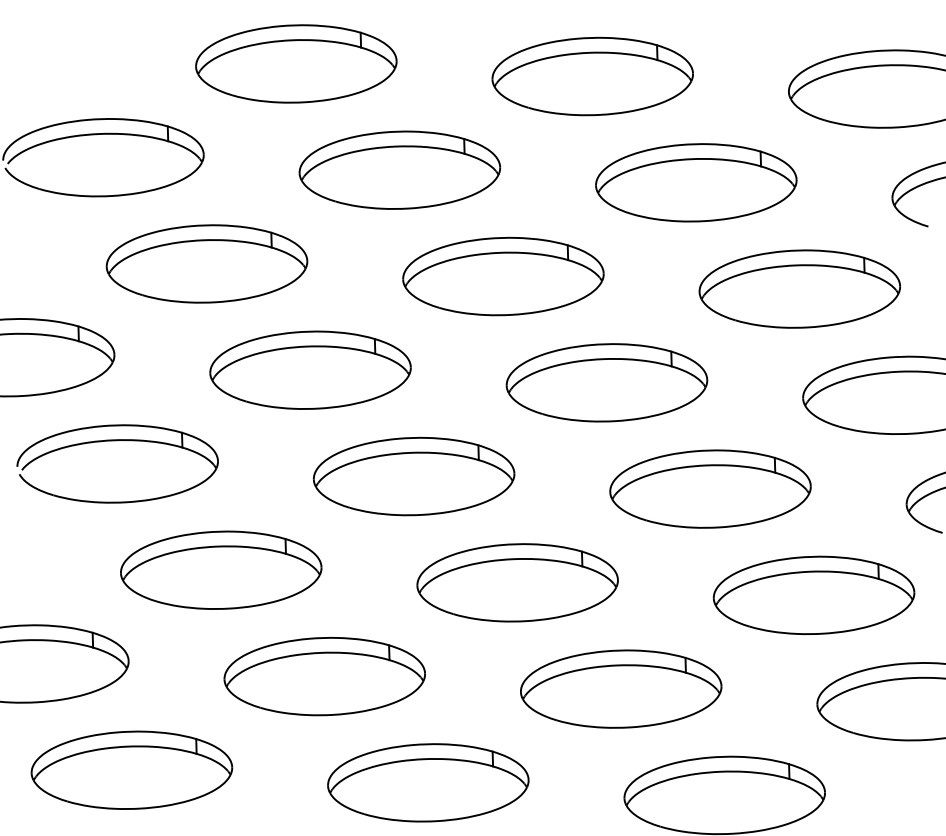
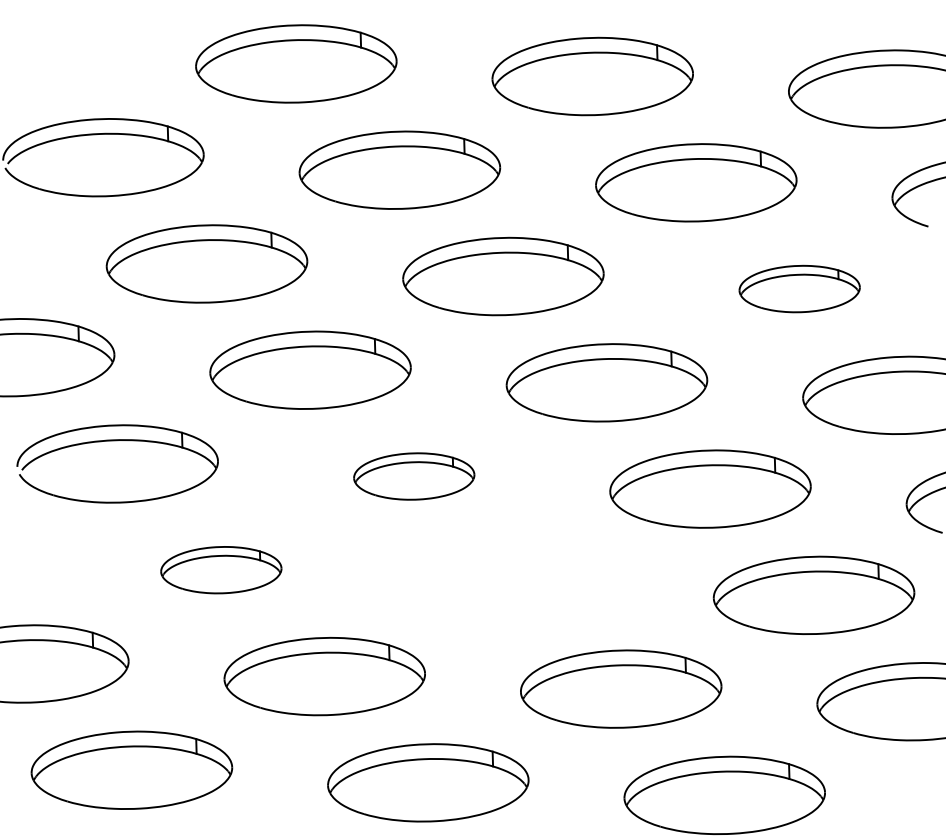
part at (799, 288) size: 203x80 px -> 123x50 px
part at (414, 476) size: 203x81 px -> 123x49 px
part at (221, 569) size: 203x80 px -> 123x49 px
part at (517, 582): present -> none
